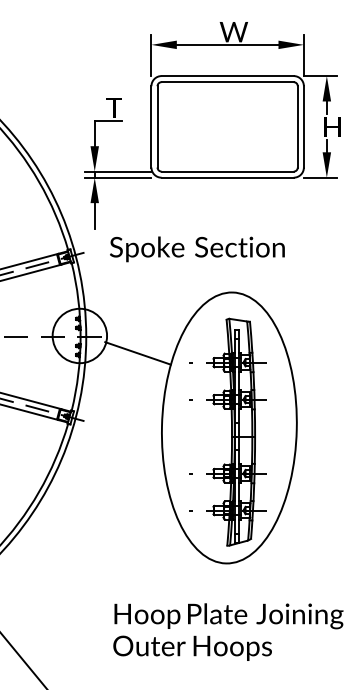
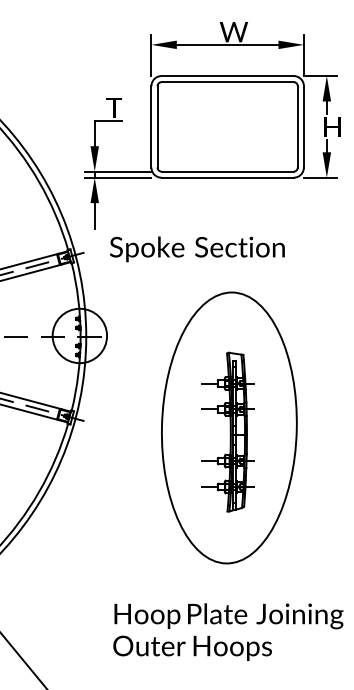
line at (137, 353): present -> none
part at (227, 431) size: 78x230 px -> 54x162 px
